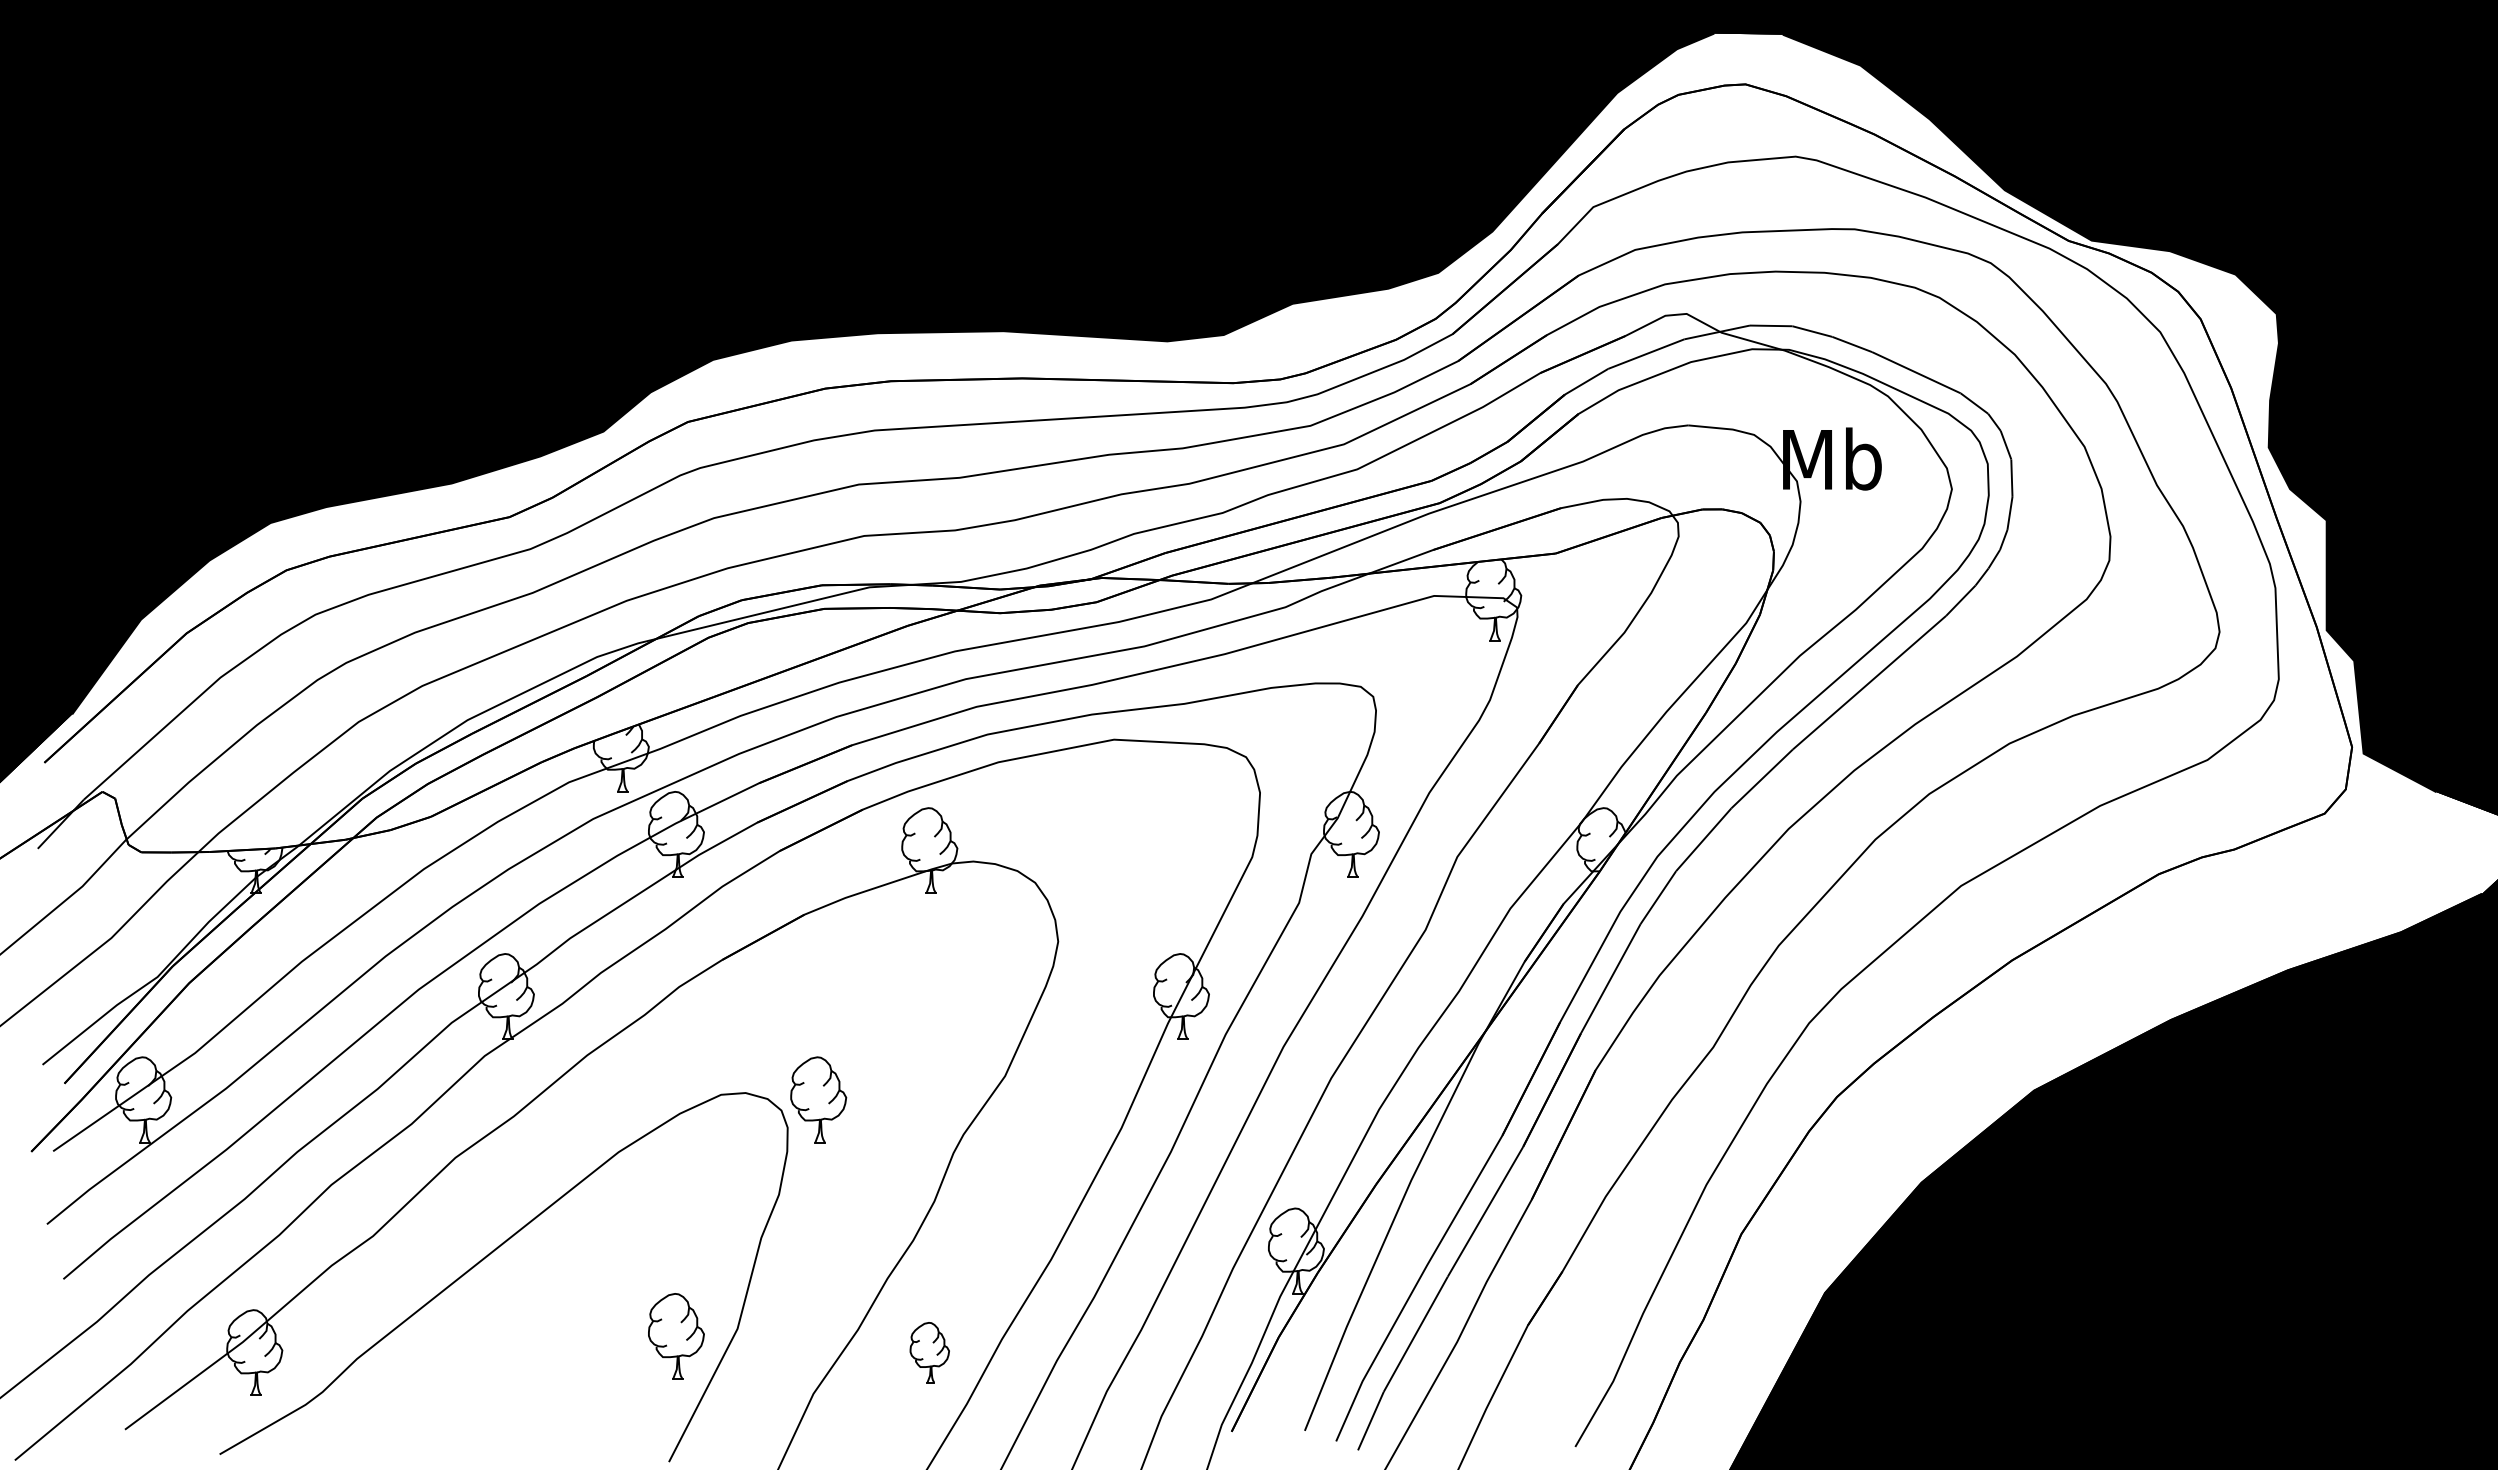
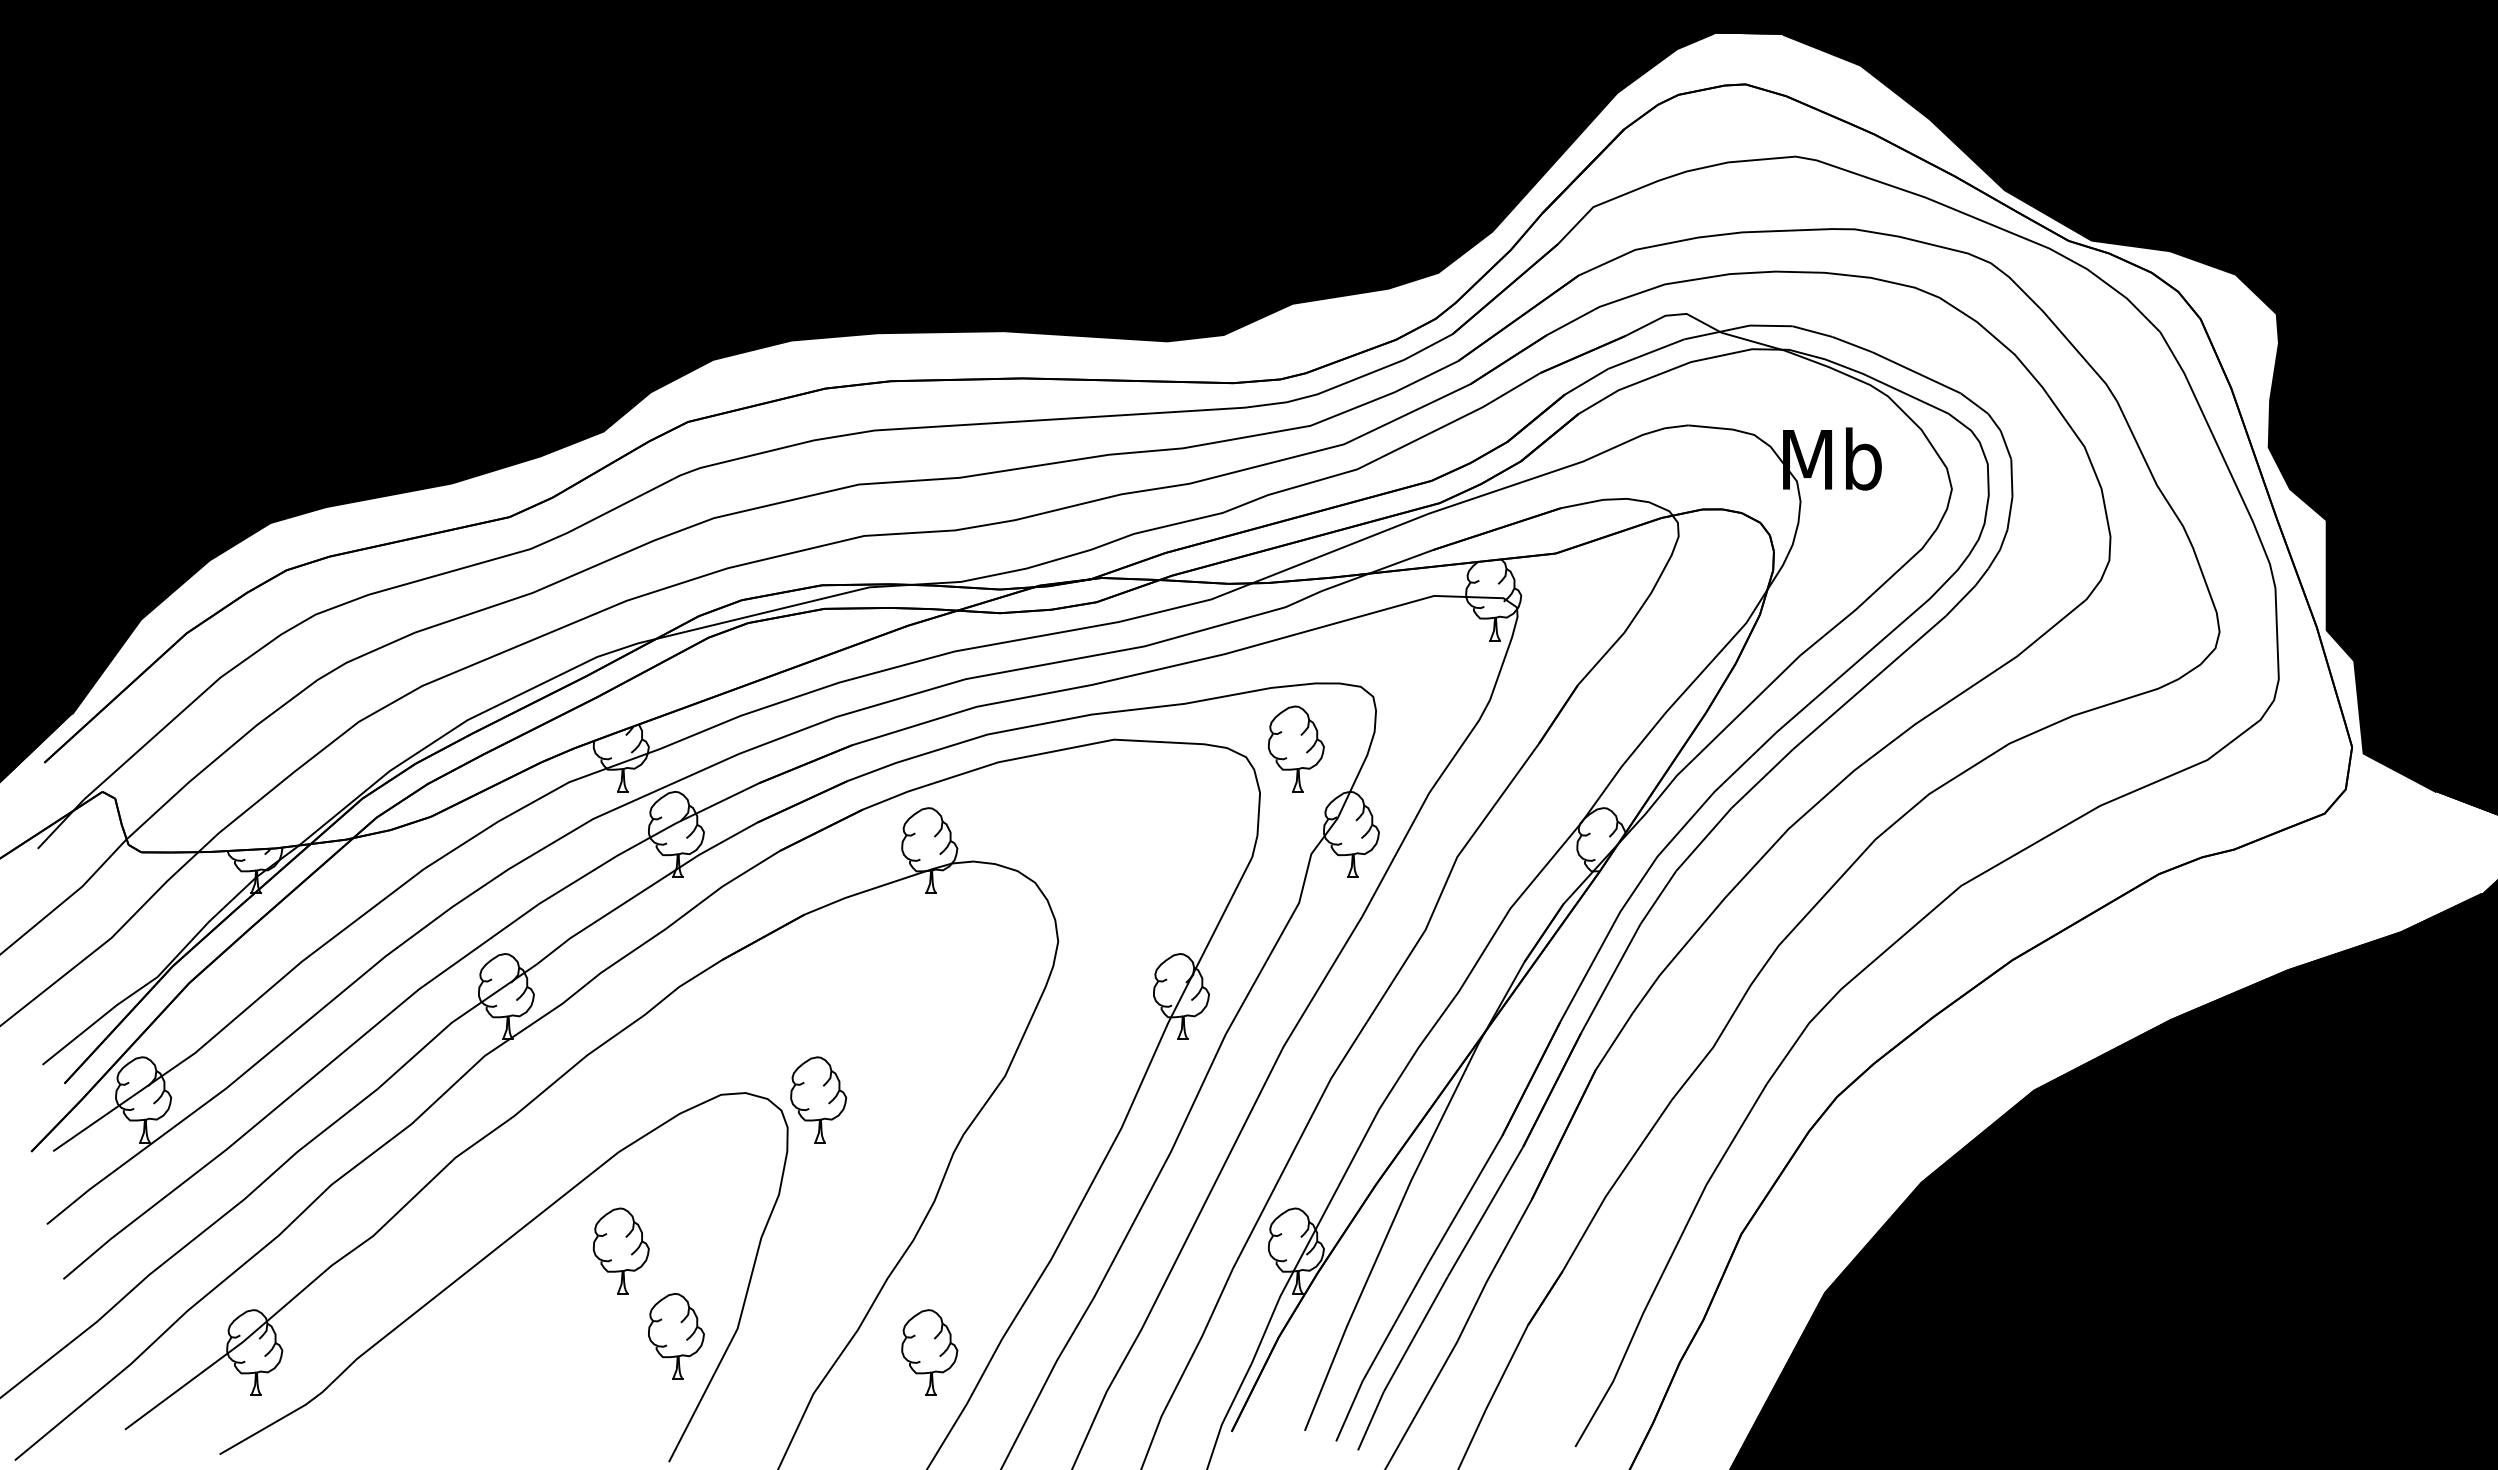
part at (1296, 748): none -> present
part at (621, 1250): none -> present
part at (929, 1352) size: 41x62 px -> 58x87 px
